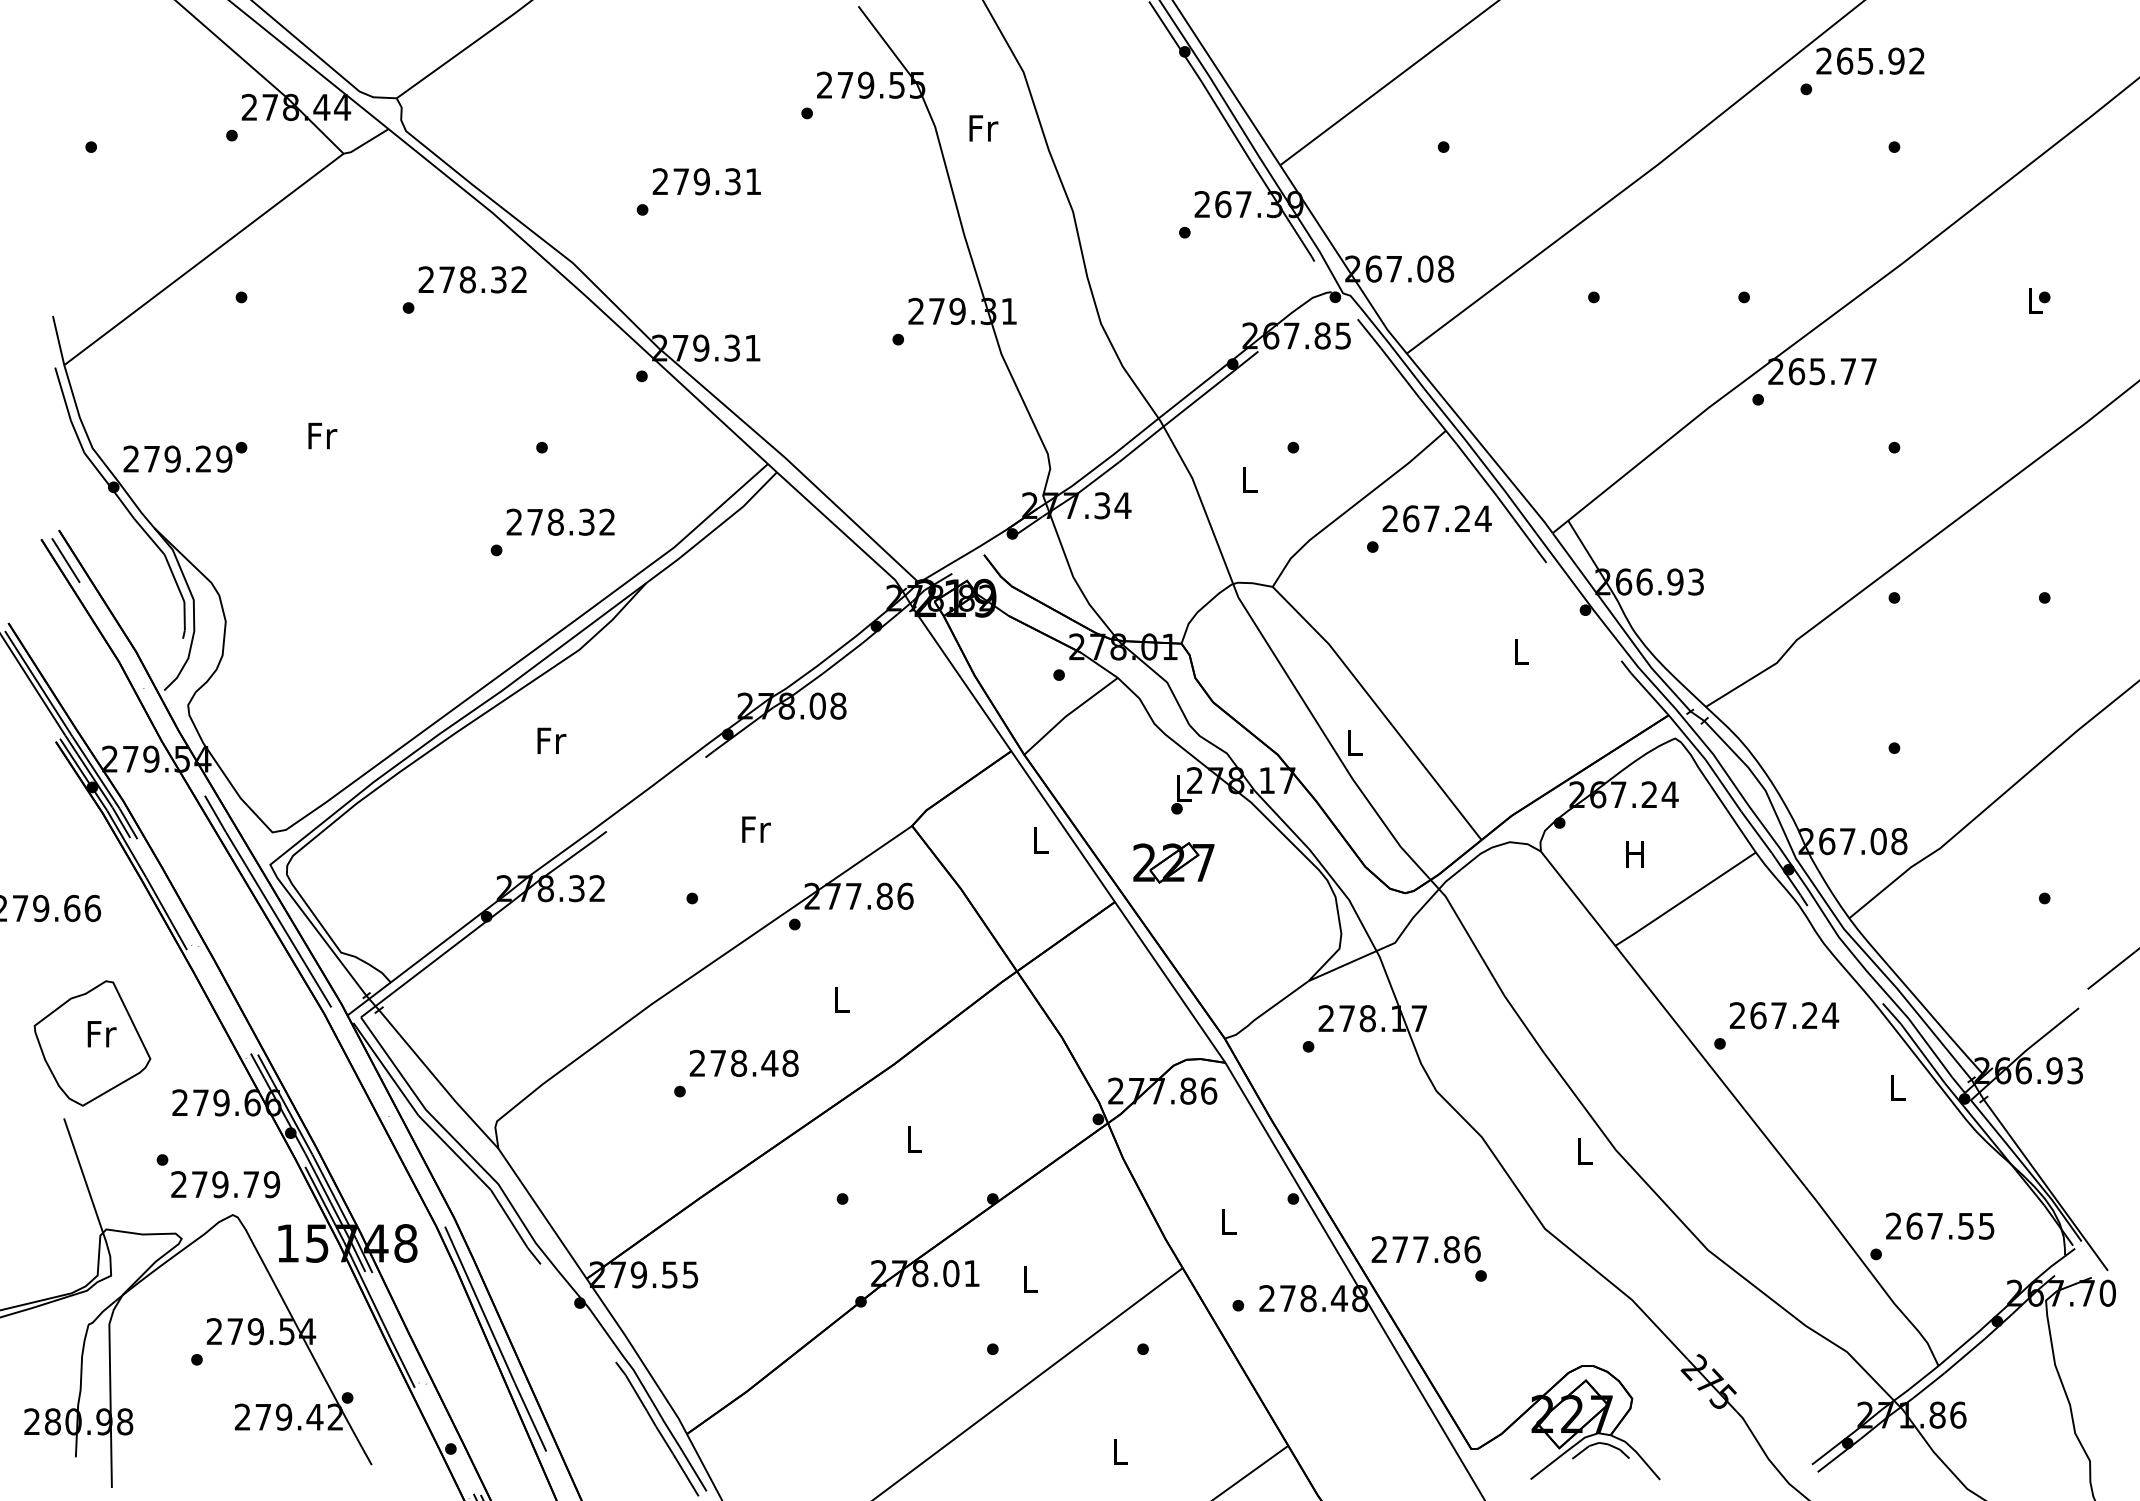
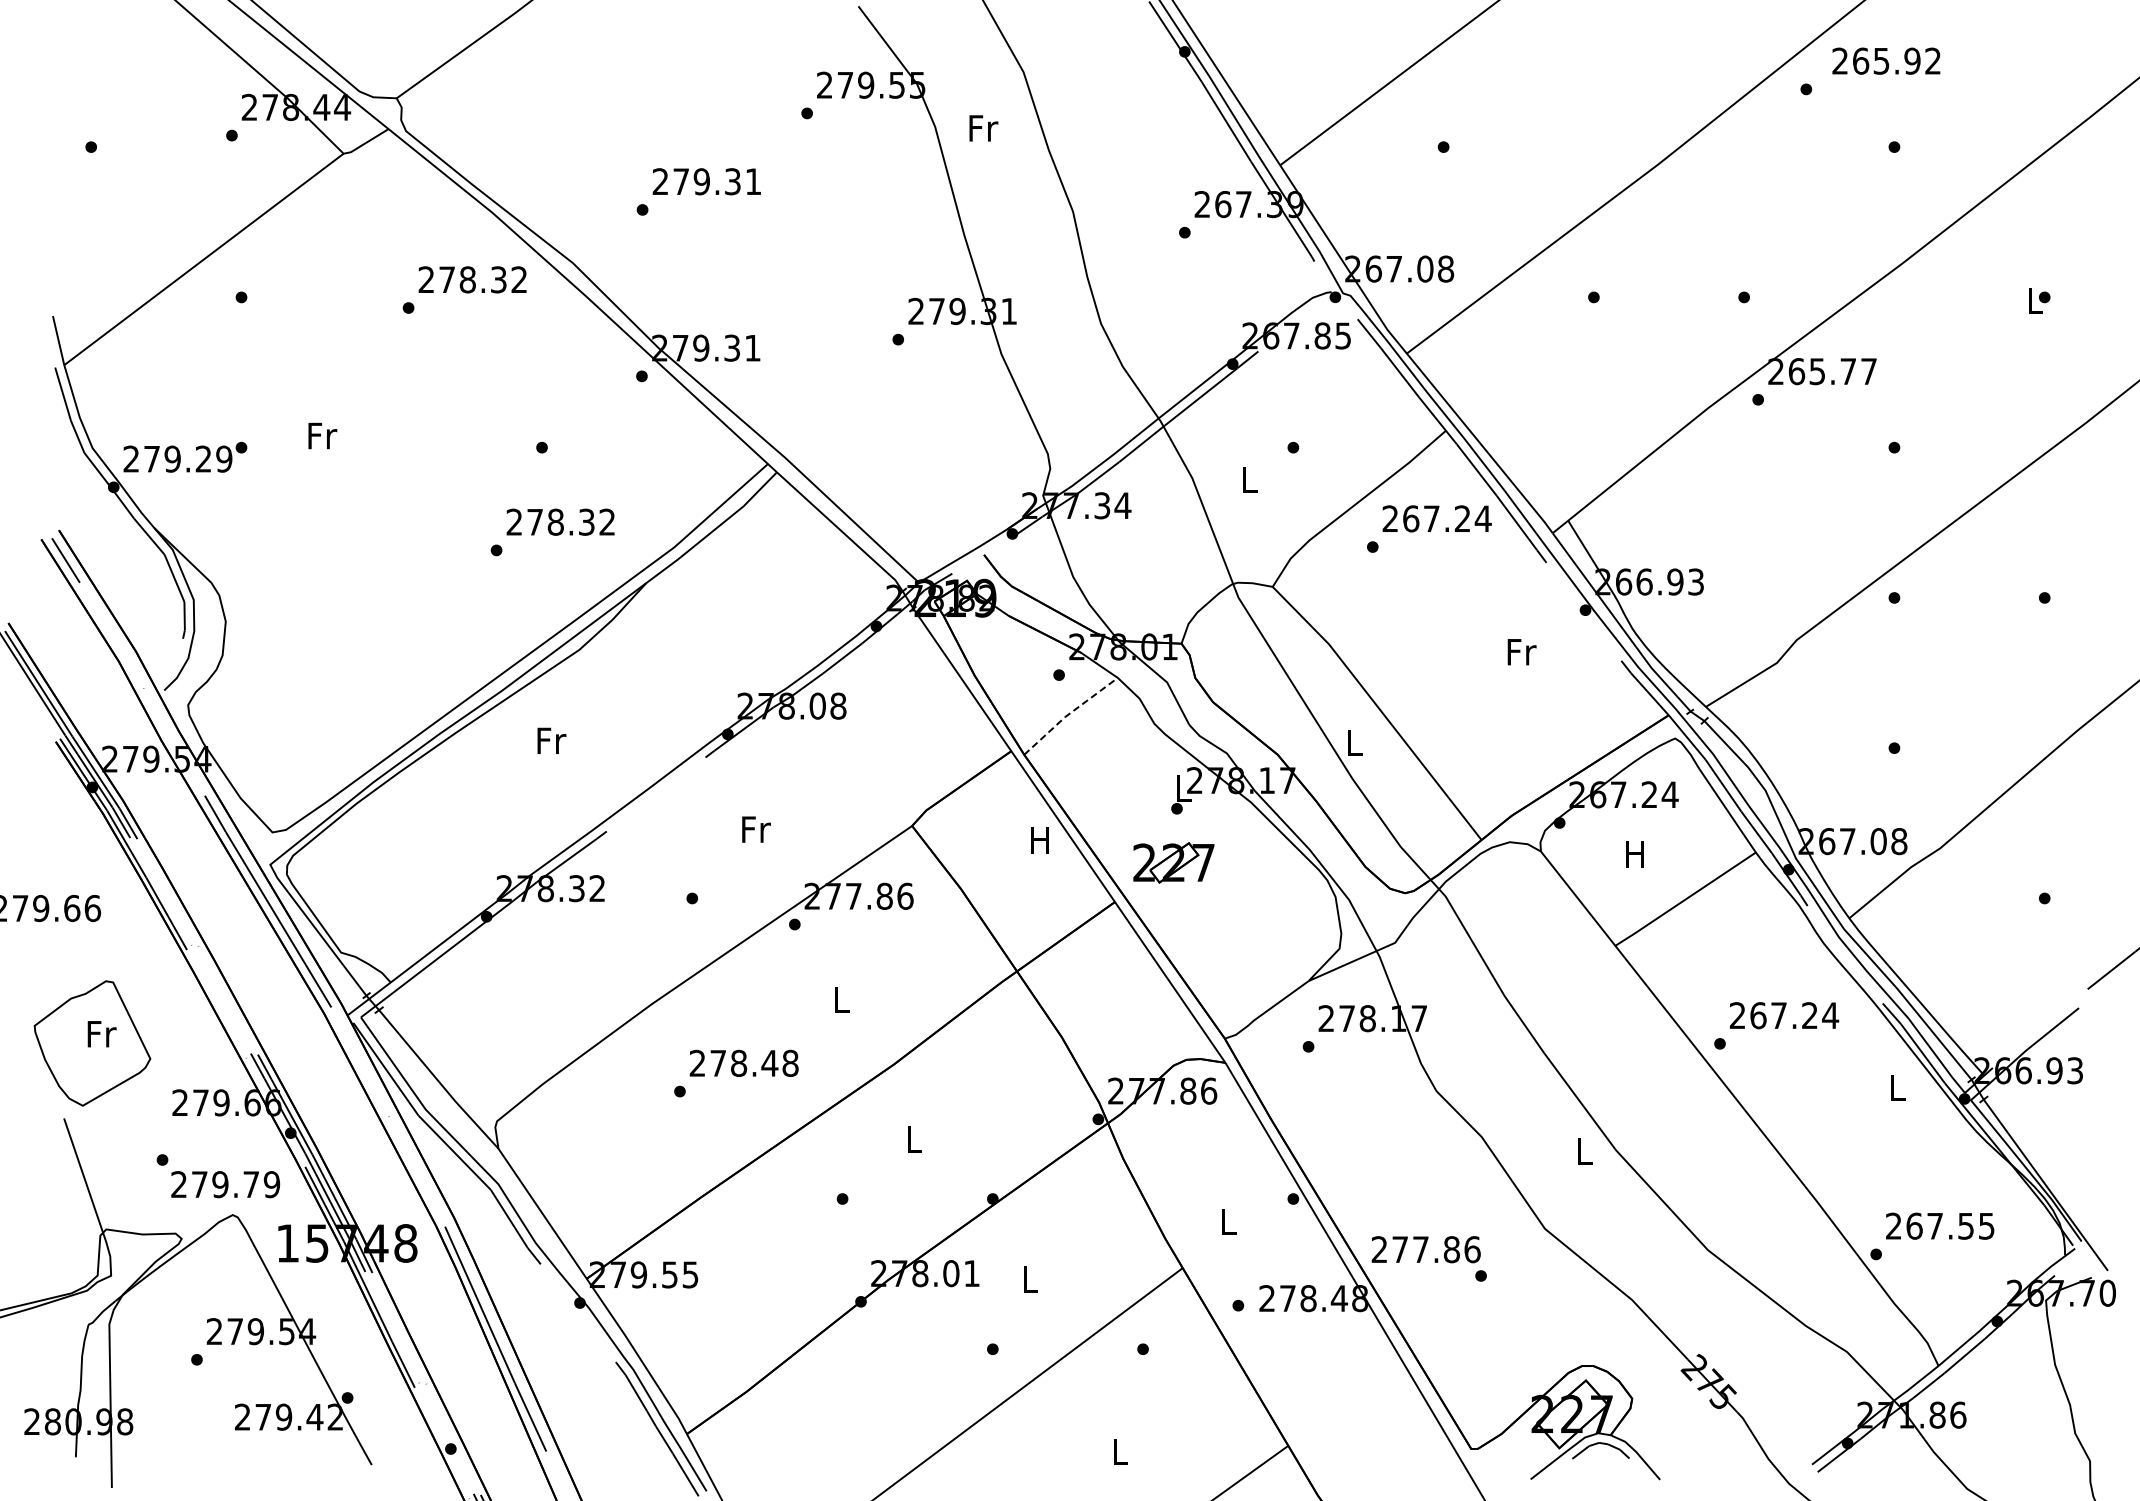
text at (1870, 60) position: (1870, 60) -> (1886, 60)
text at (1521, 652): L -> Fr
line at (1069, 713): solid -> dashed
text at (1039, 840): L -> H
